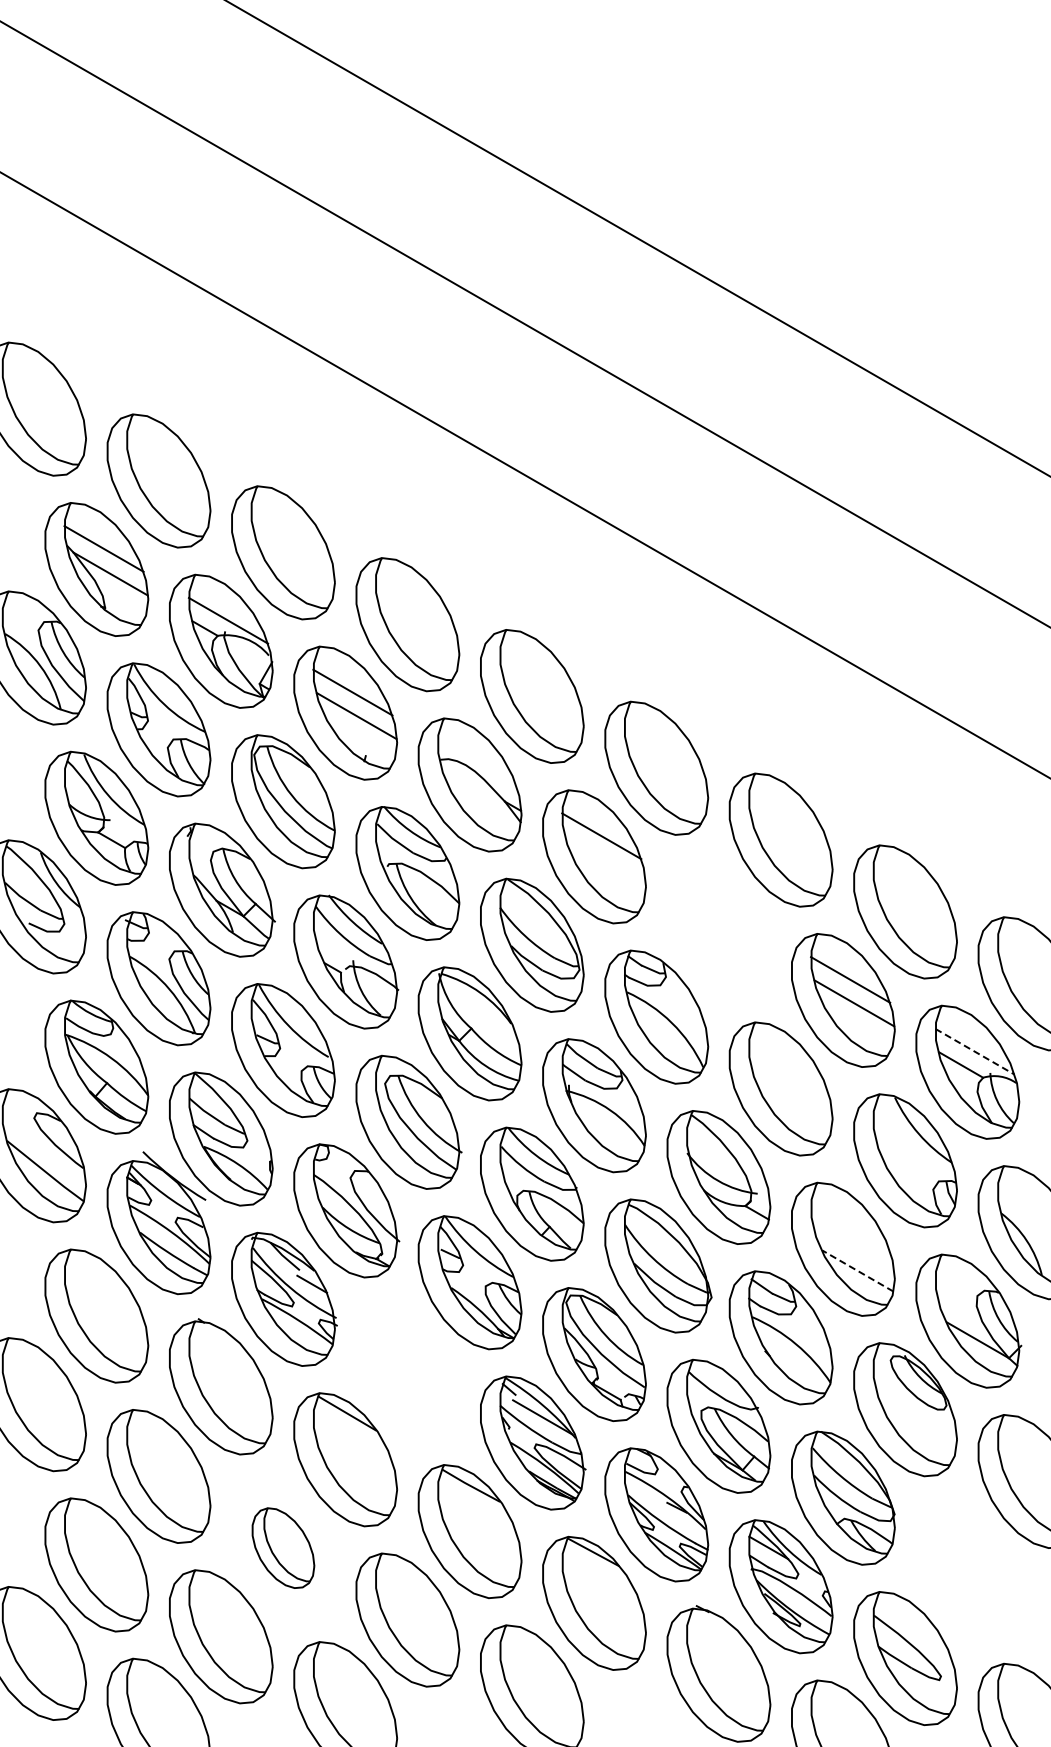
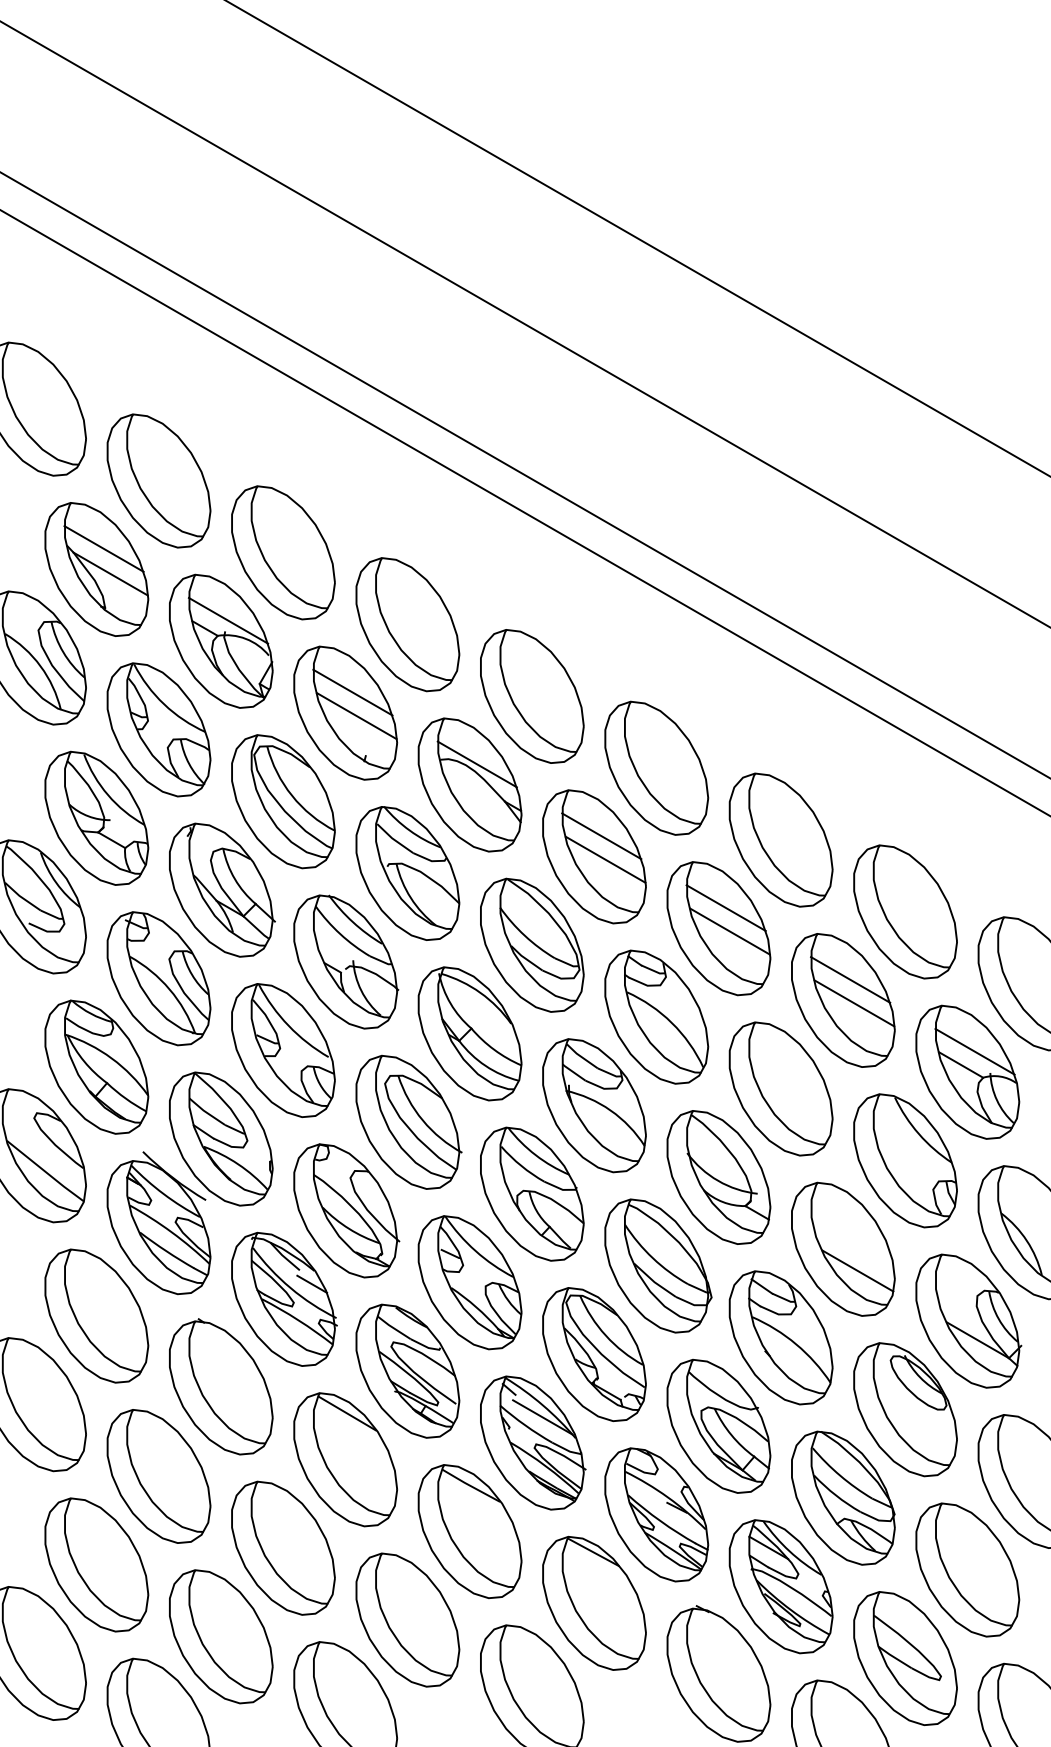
line at (524, 512): none -> present
line at (476, 764): none -> present
line at (605, 859): none -> present
part at (718, 928): none -> present
line at (975, 1051): dashed -> solid
line at (857, 1271): dashed -> solid
part at (407, 1370): none -> present
part at (283, 1547) size: 65x82 px -> 105x136 px
part at (967, 1569): none -> present
